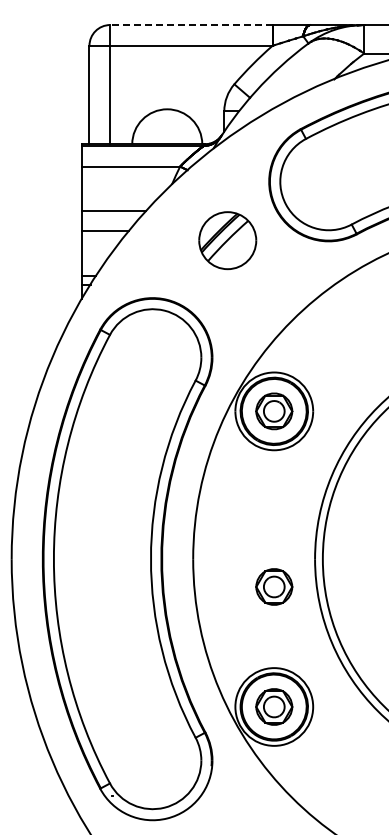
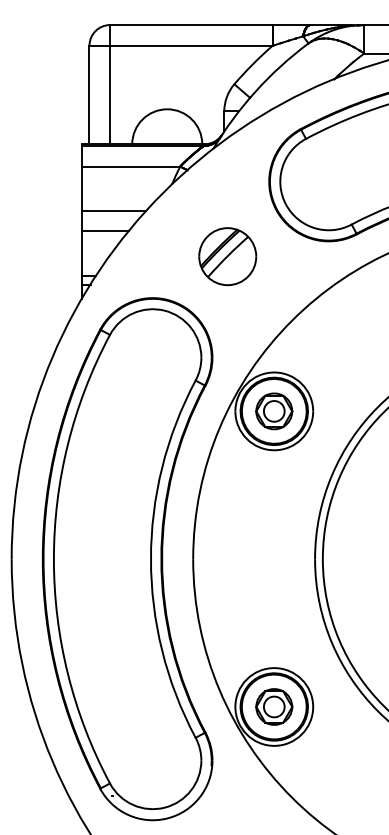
line at (190, 25): dashed -> solid
part at (227, 240) position: (227, 240) -> (227, 256)
part at (274, 586): present -> none
